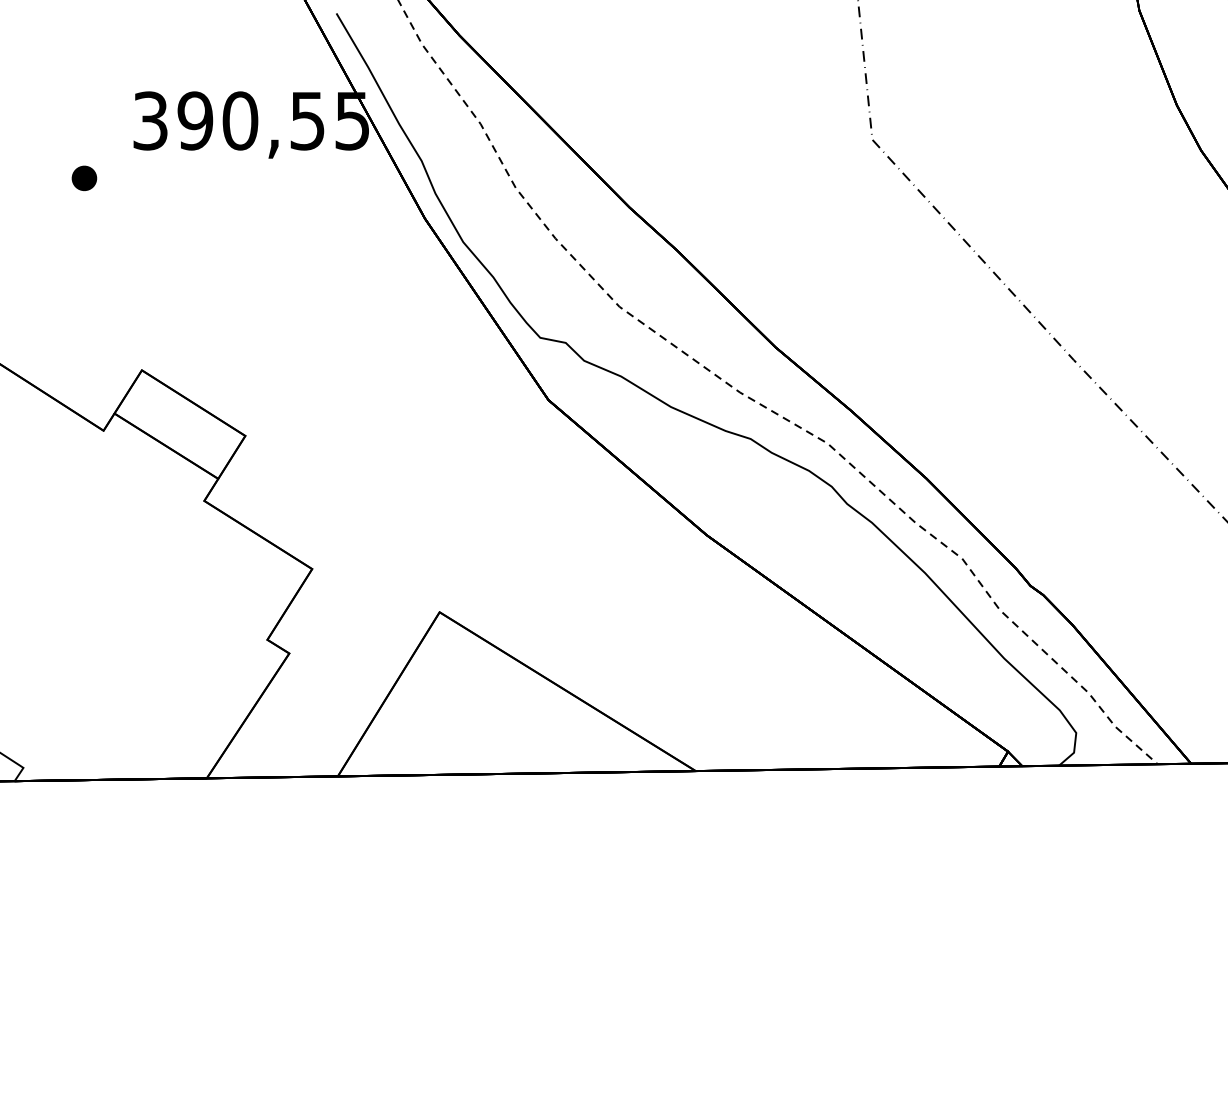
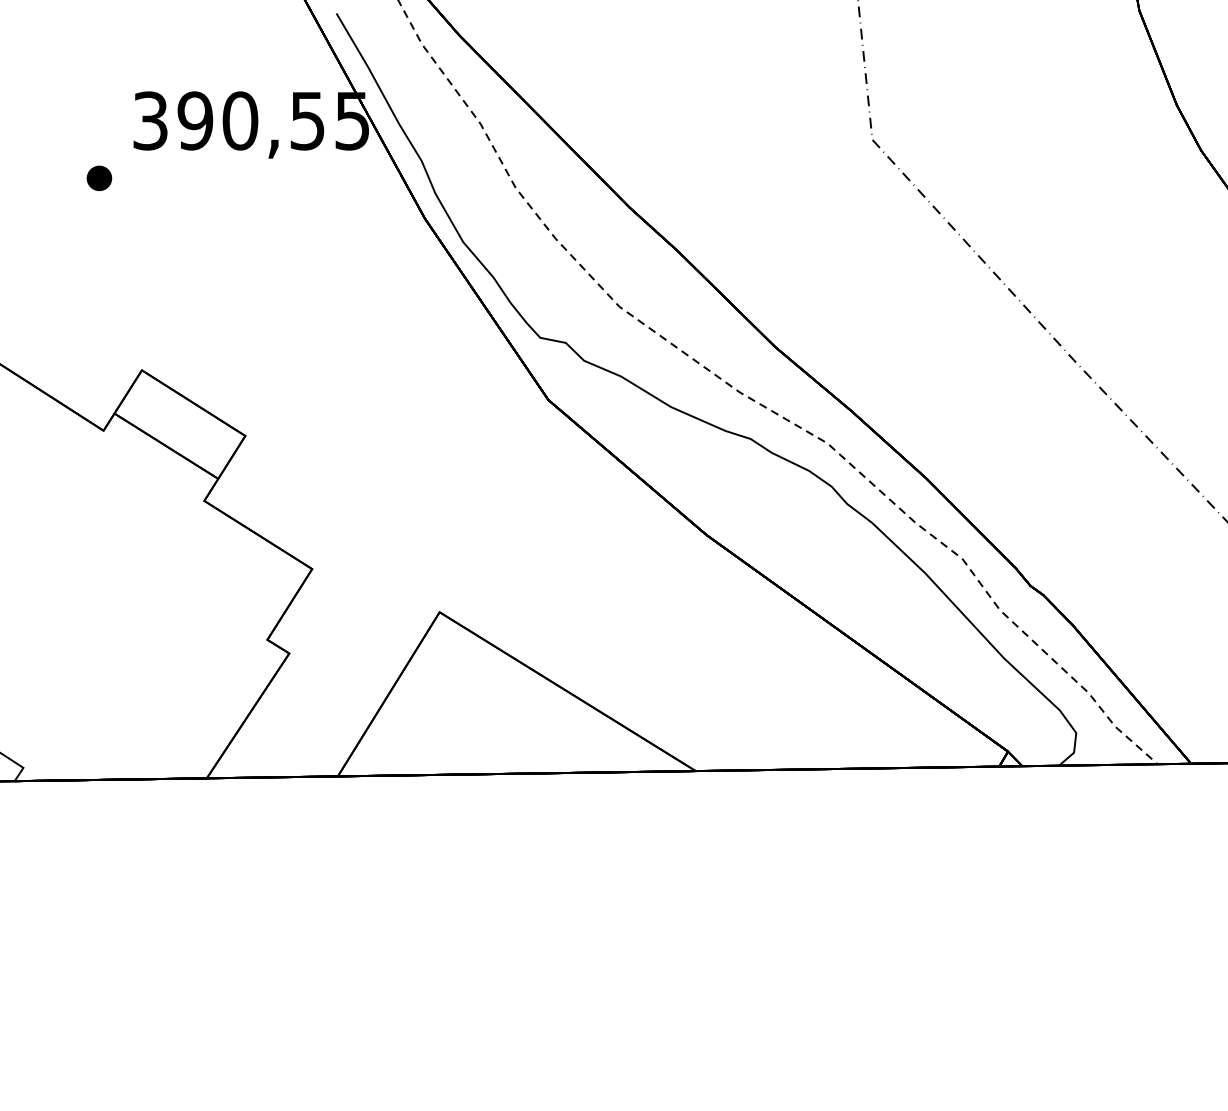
part at (84, 177) position: (84, 177) -> (99, 177)
